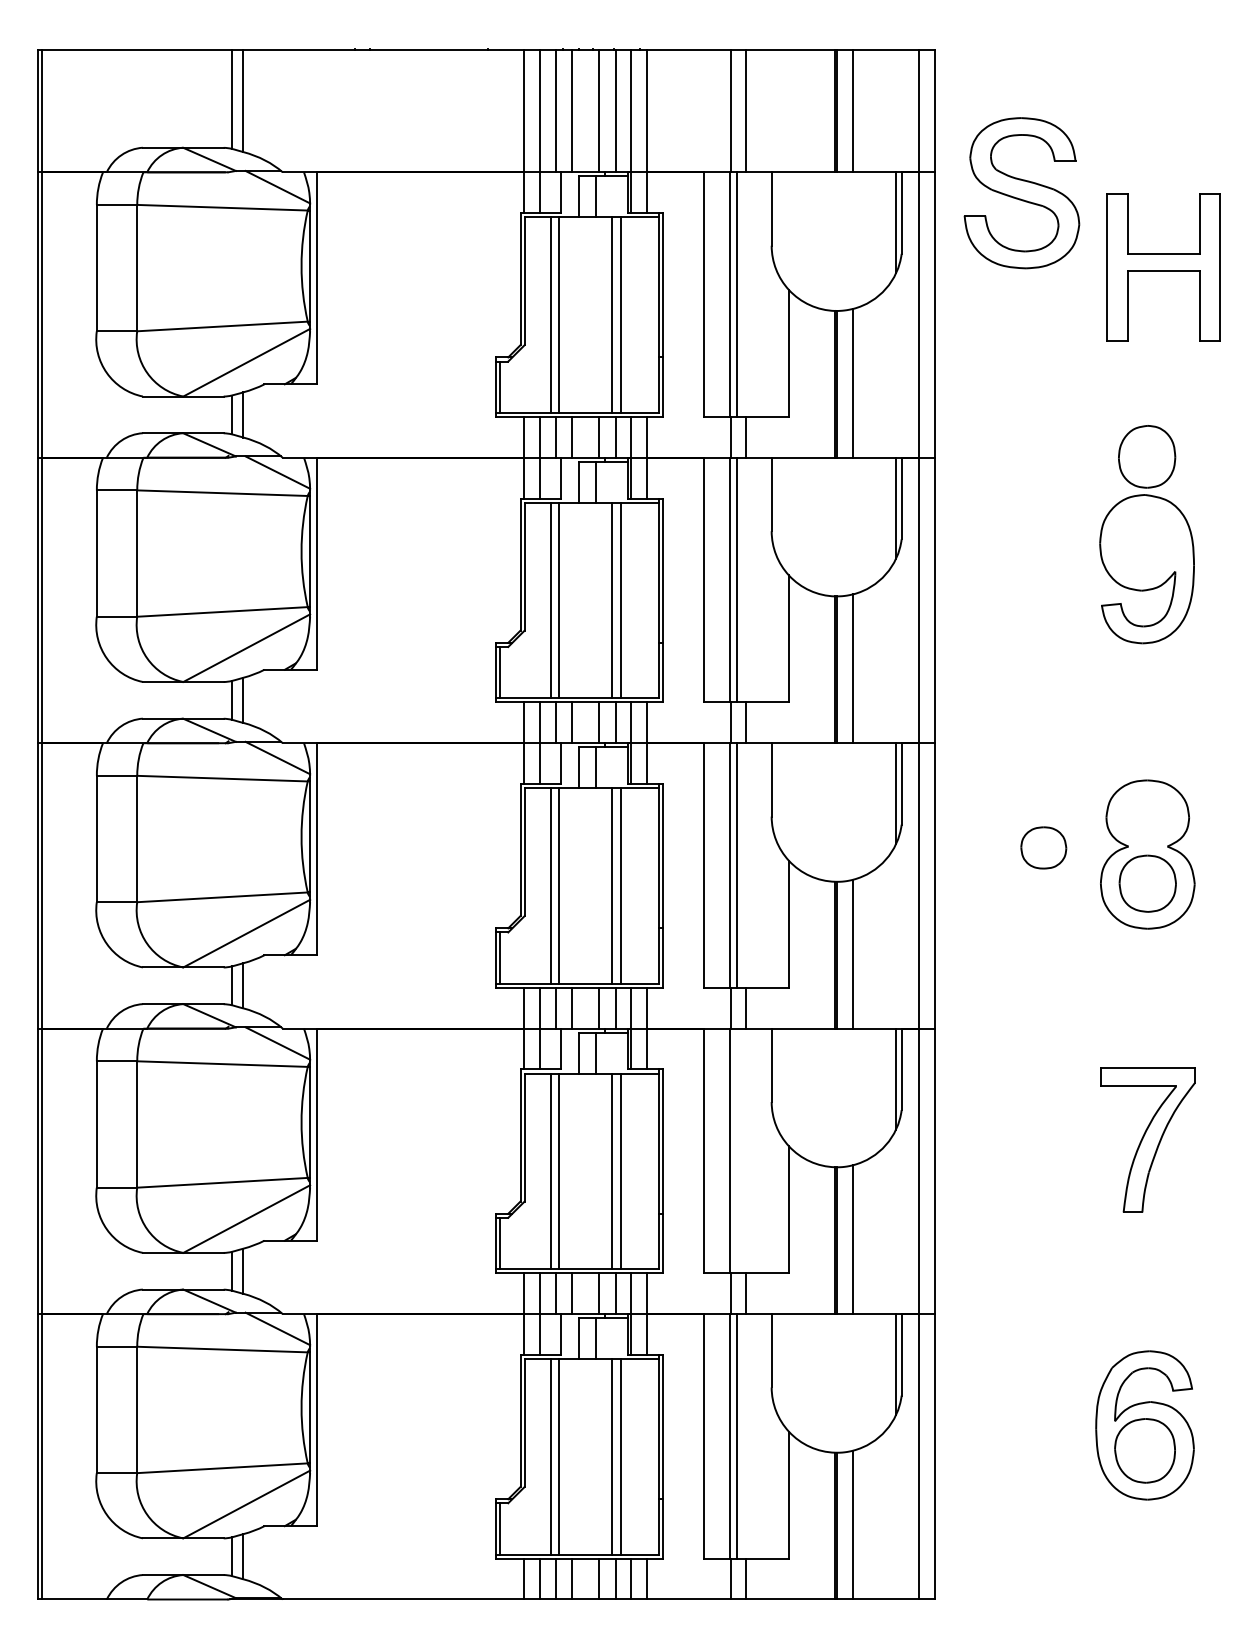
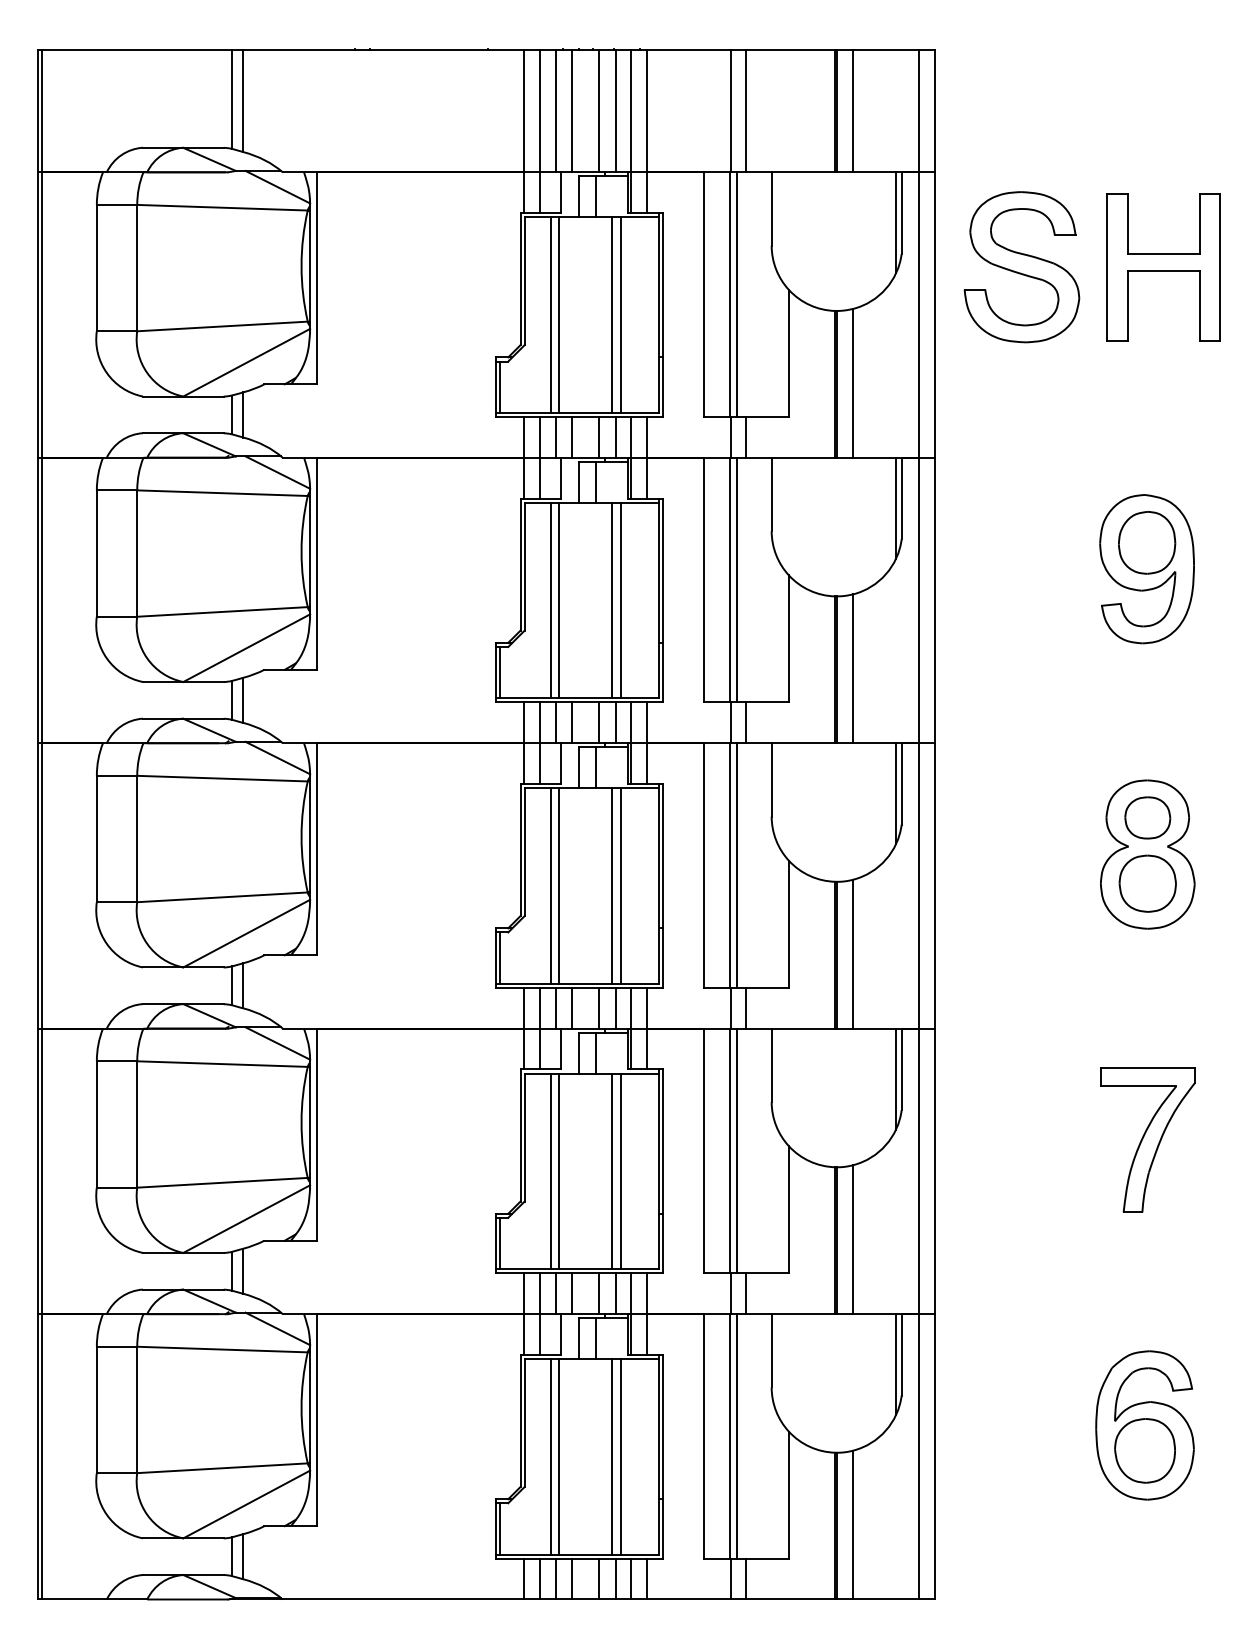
part at (1021, 193) position: (1021, 193) -> (1021, 267)
part at (1147, 456) position: (1147, 456) -> (1147, 542)
part at (1043, 847) position: (1043, 847) -> (1147, 817)
line at (736, 1150): none -> present
